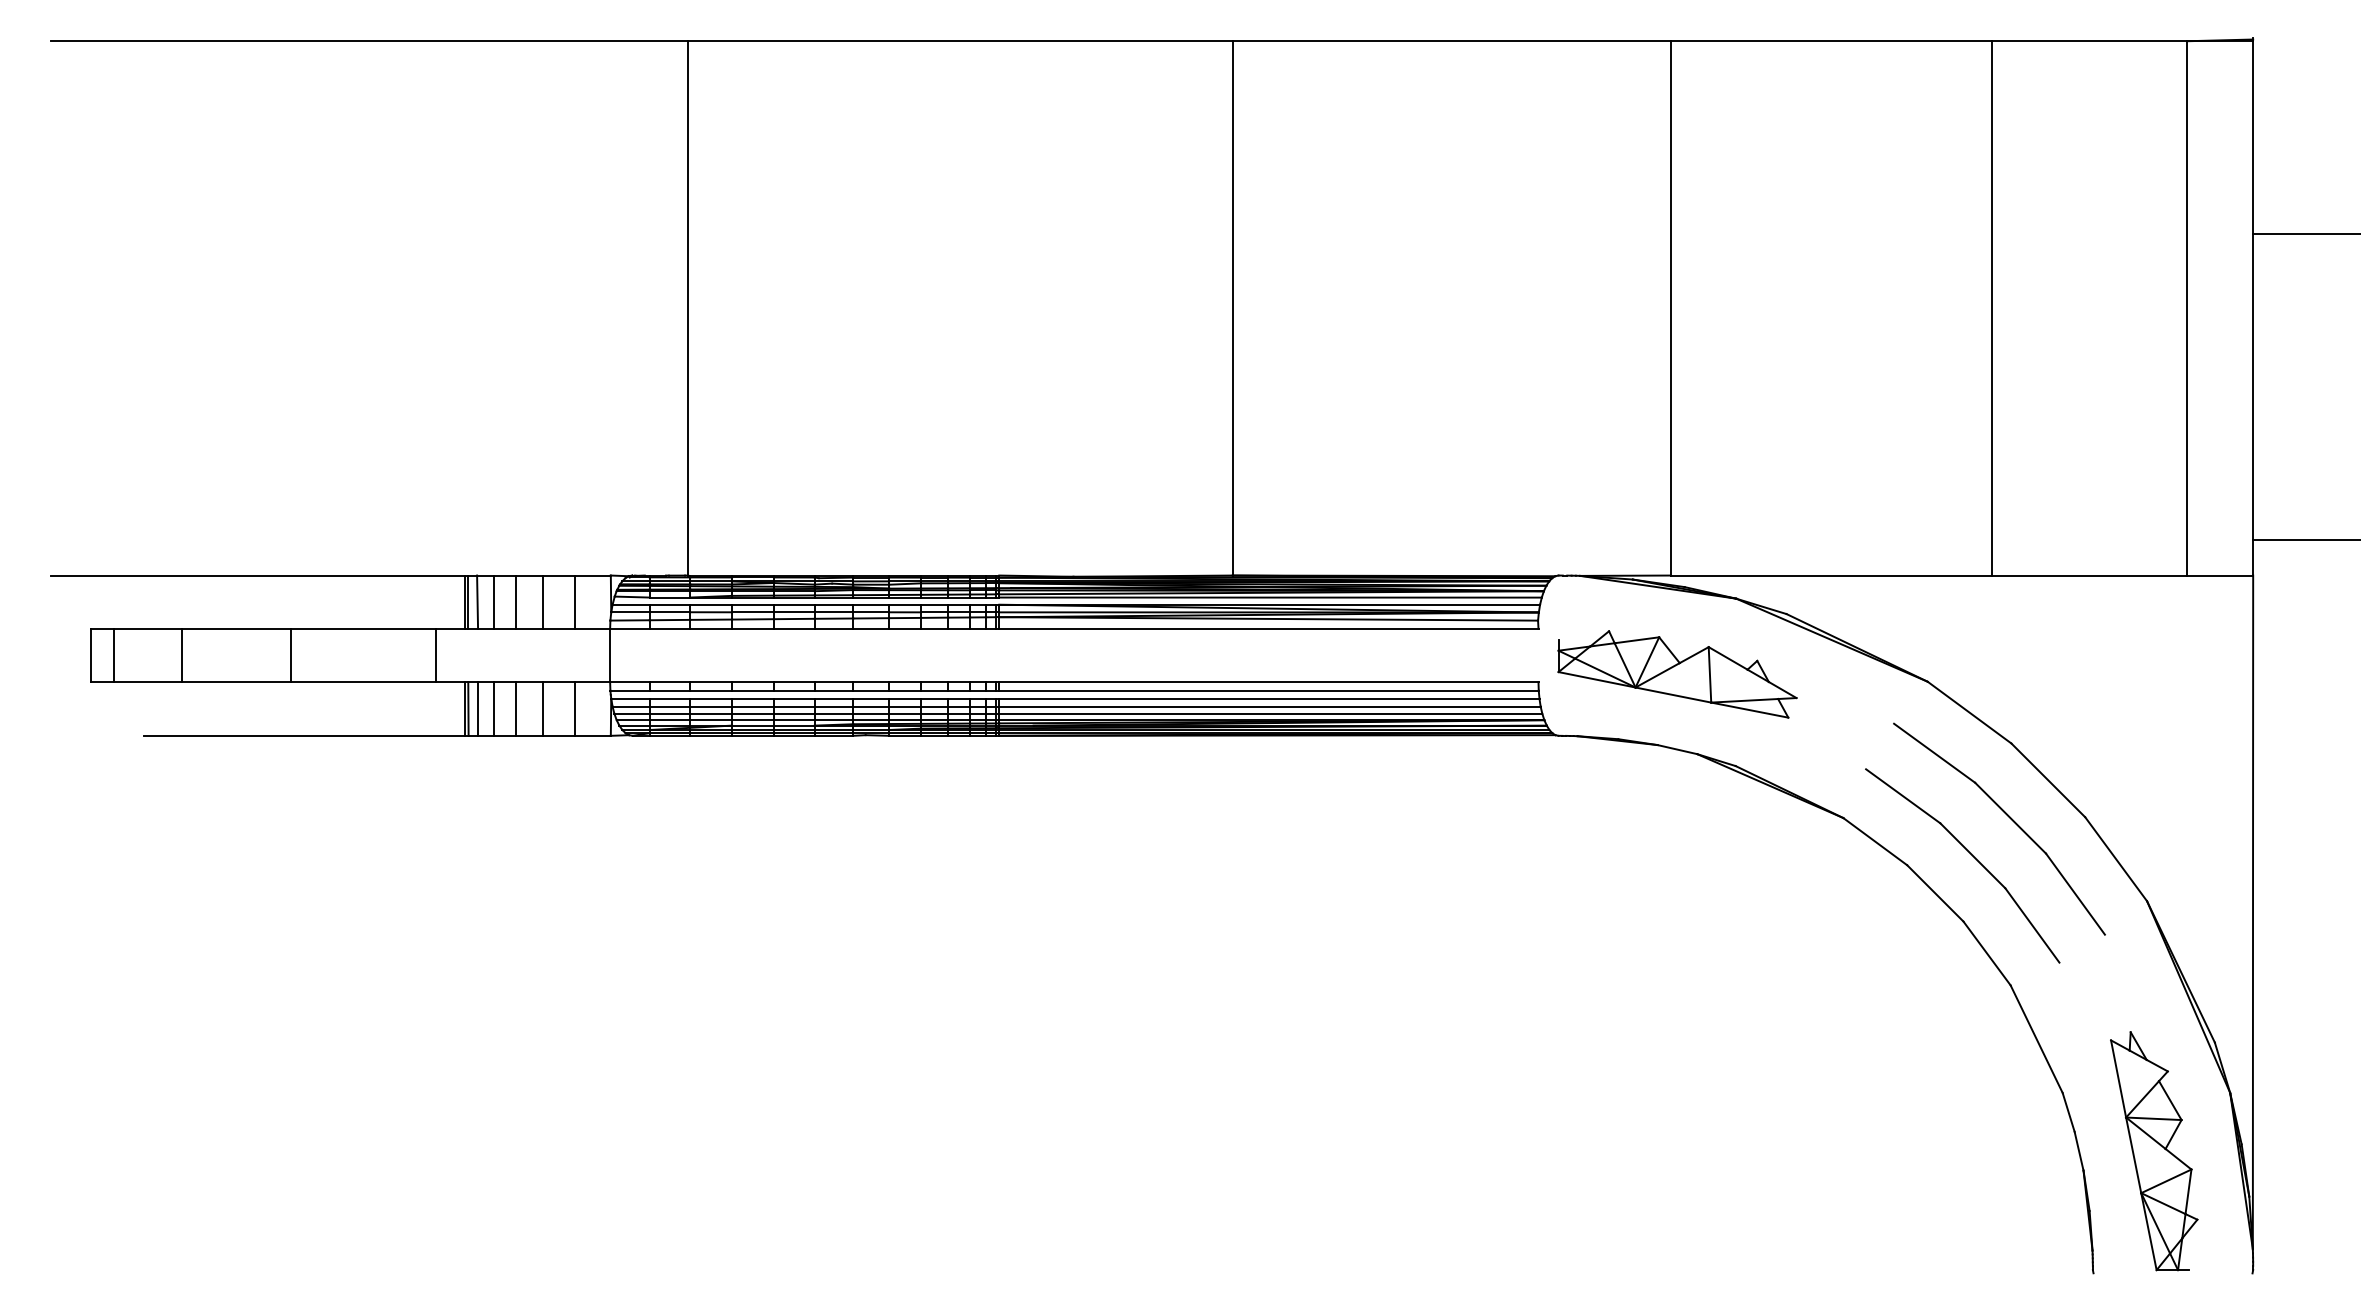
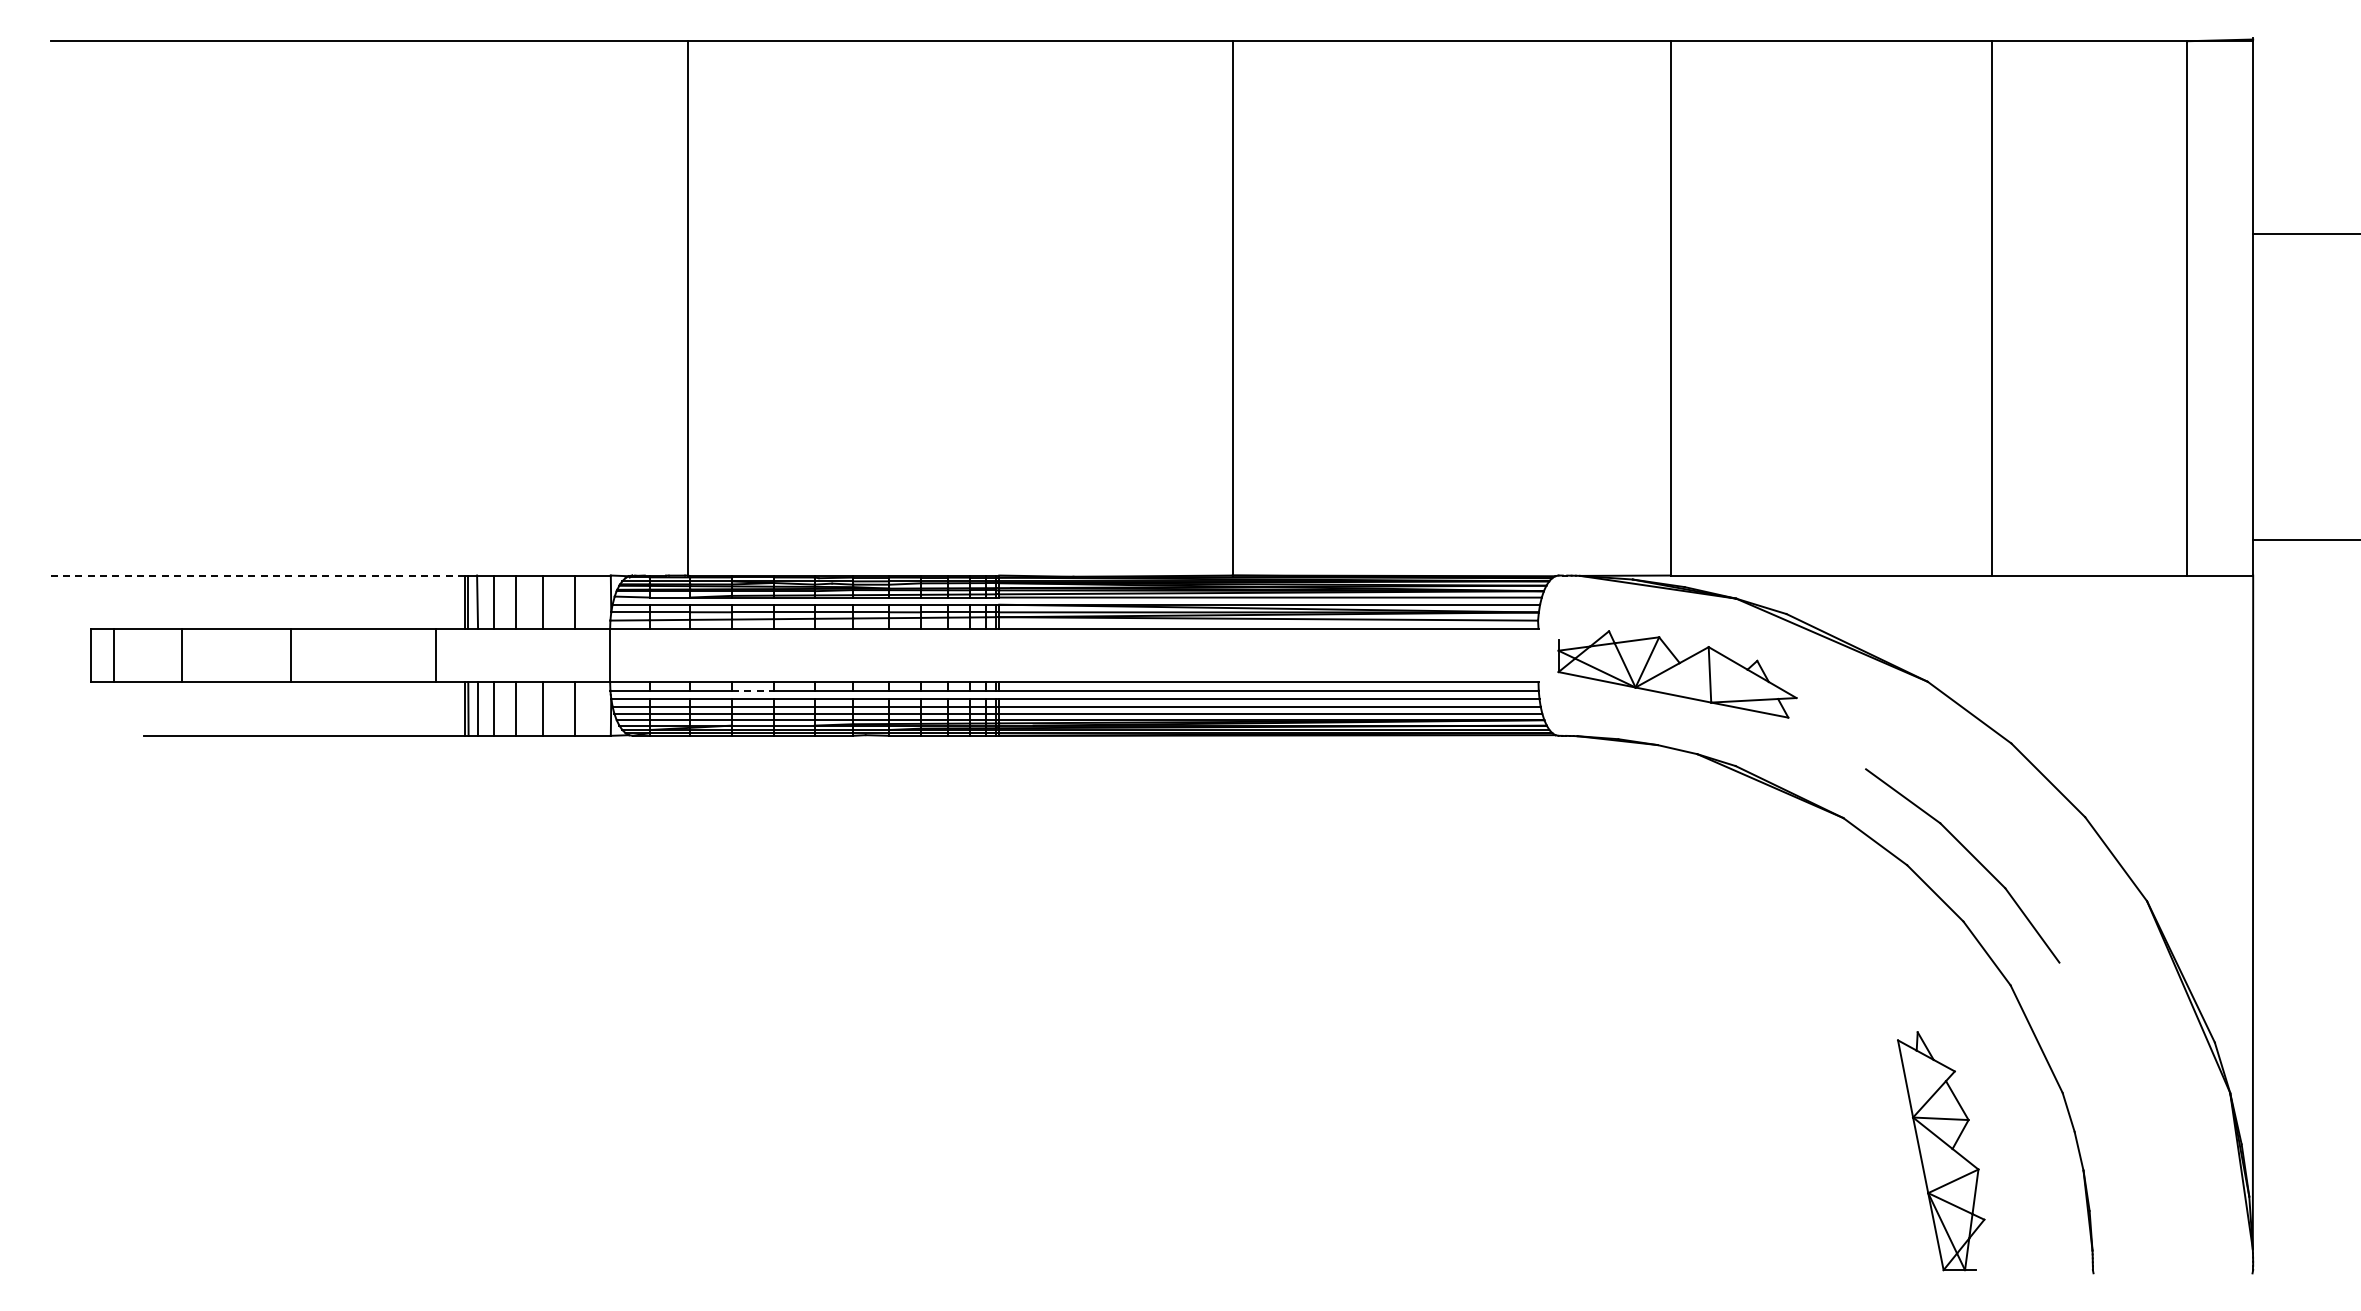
line at (258, 575): solid -> dashed
line at (753, 690): solid -> dashed
part at (2009, 818): present -> none
part at (2154, 1151) position: (2154, 1151) -> (1941, 1151)
